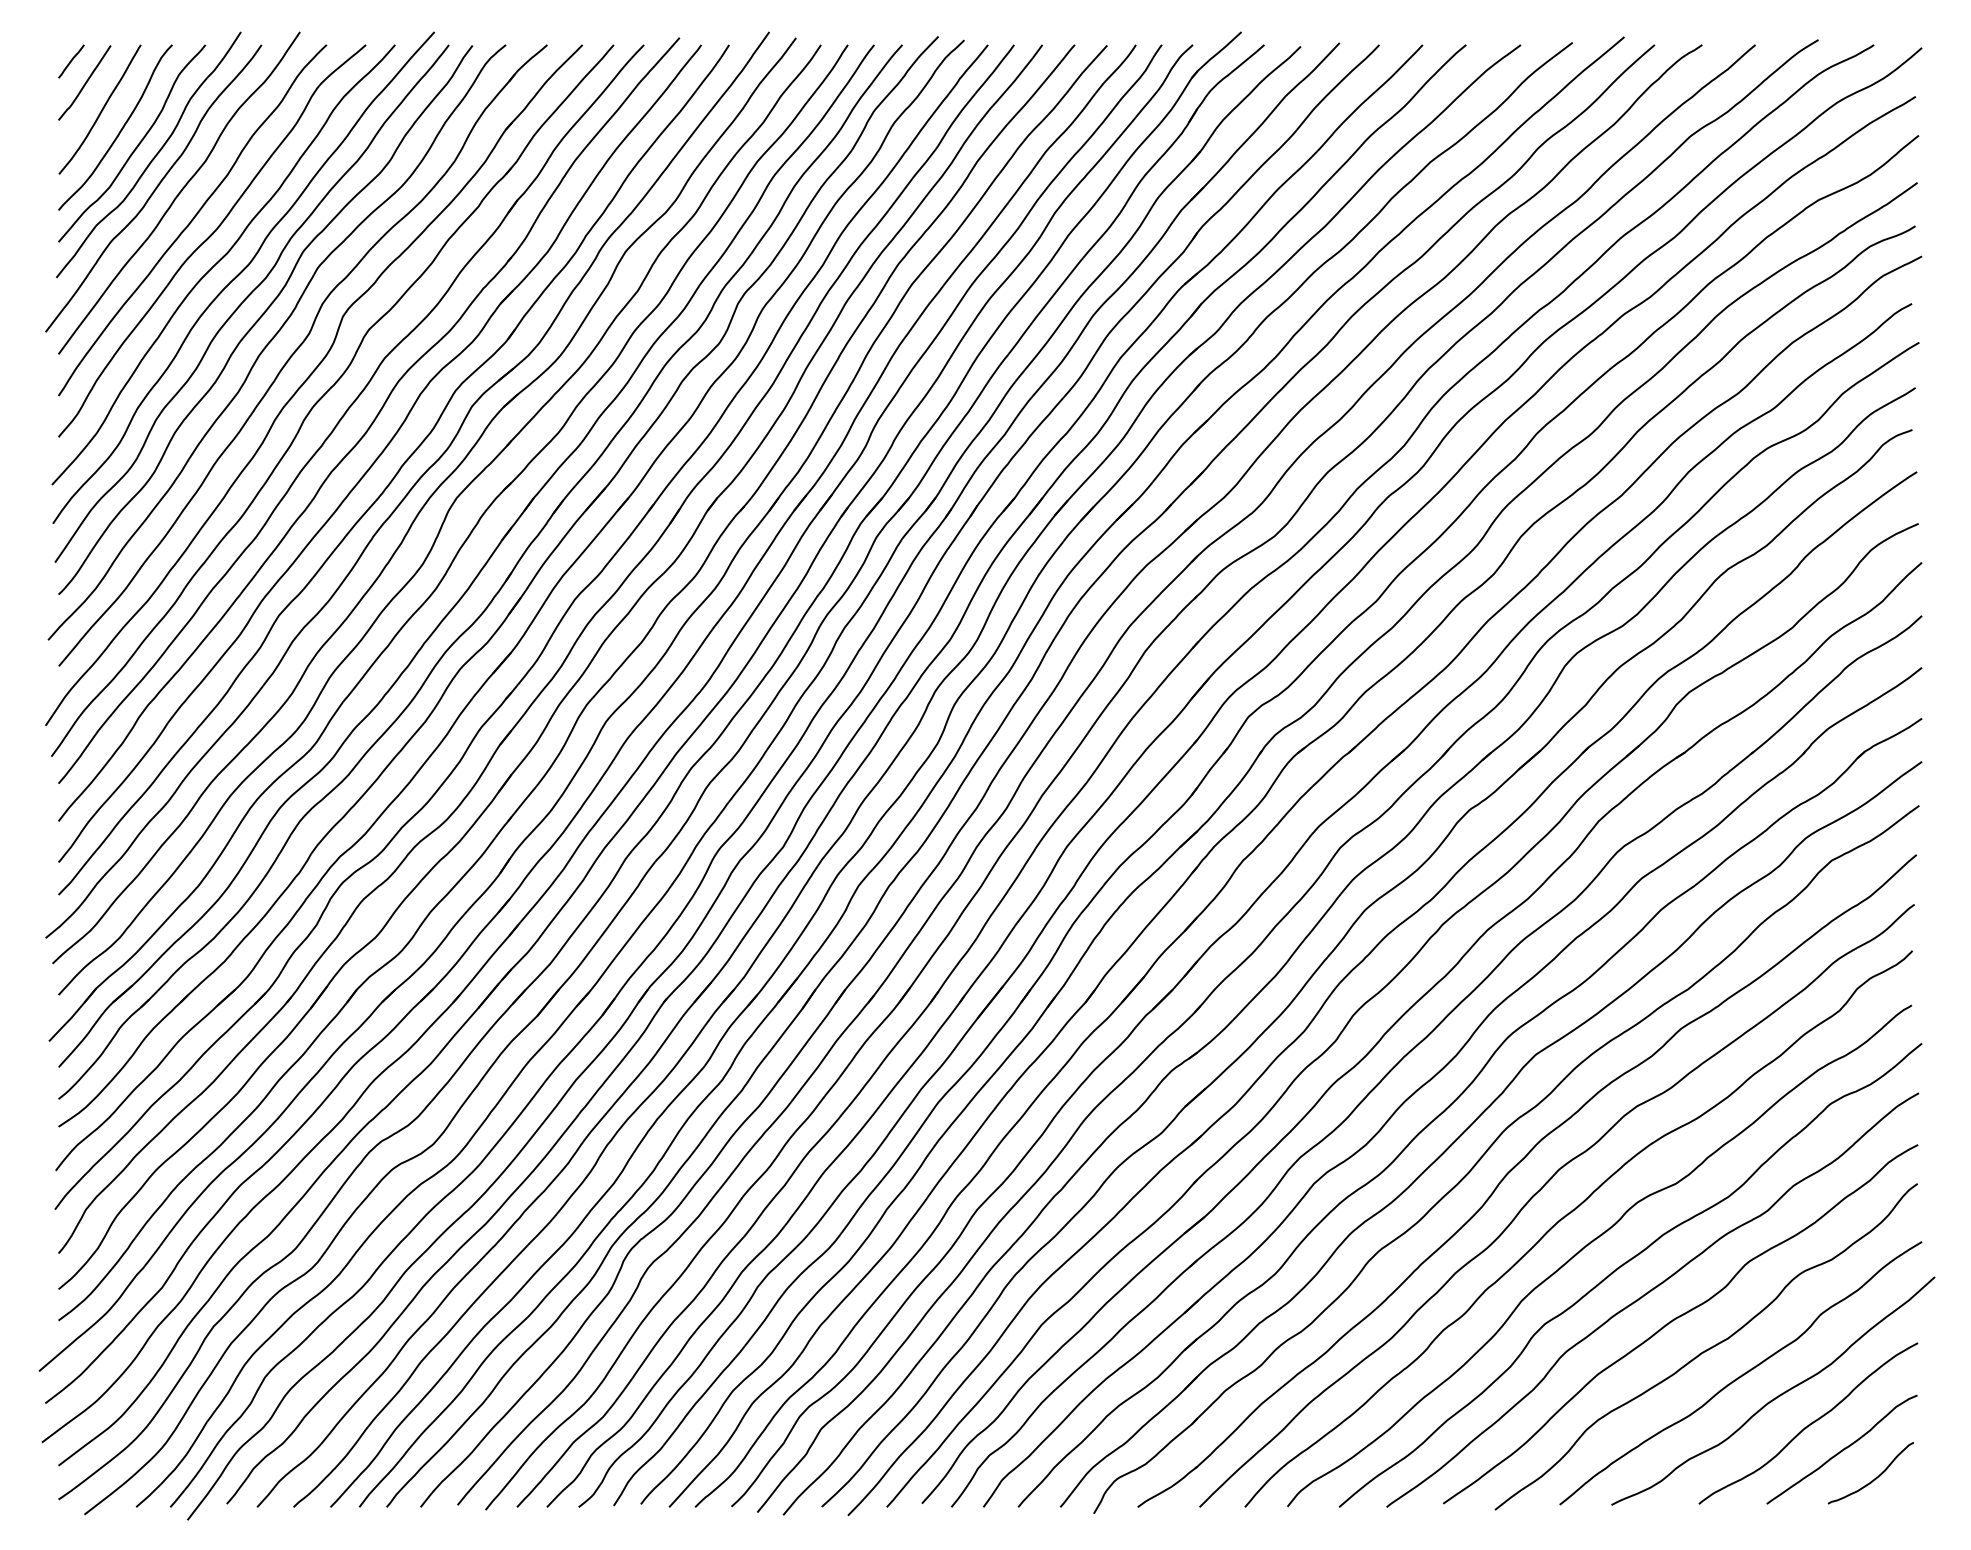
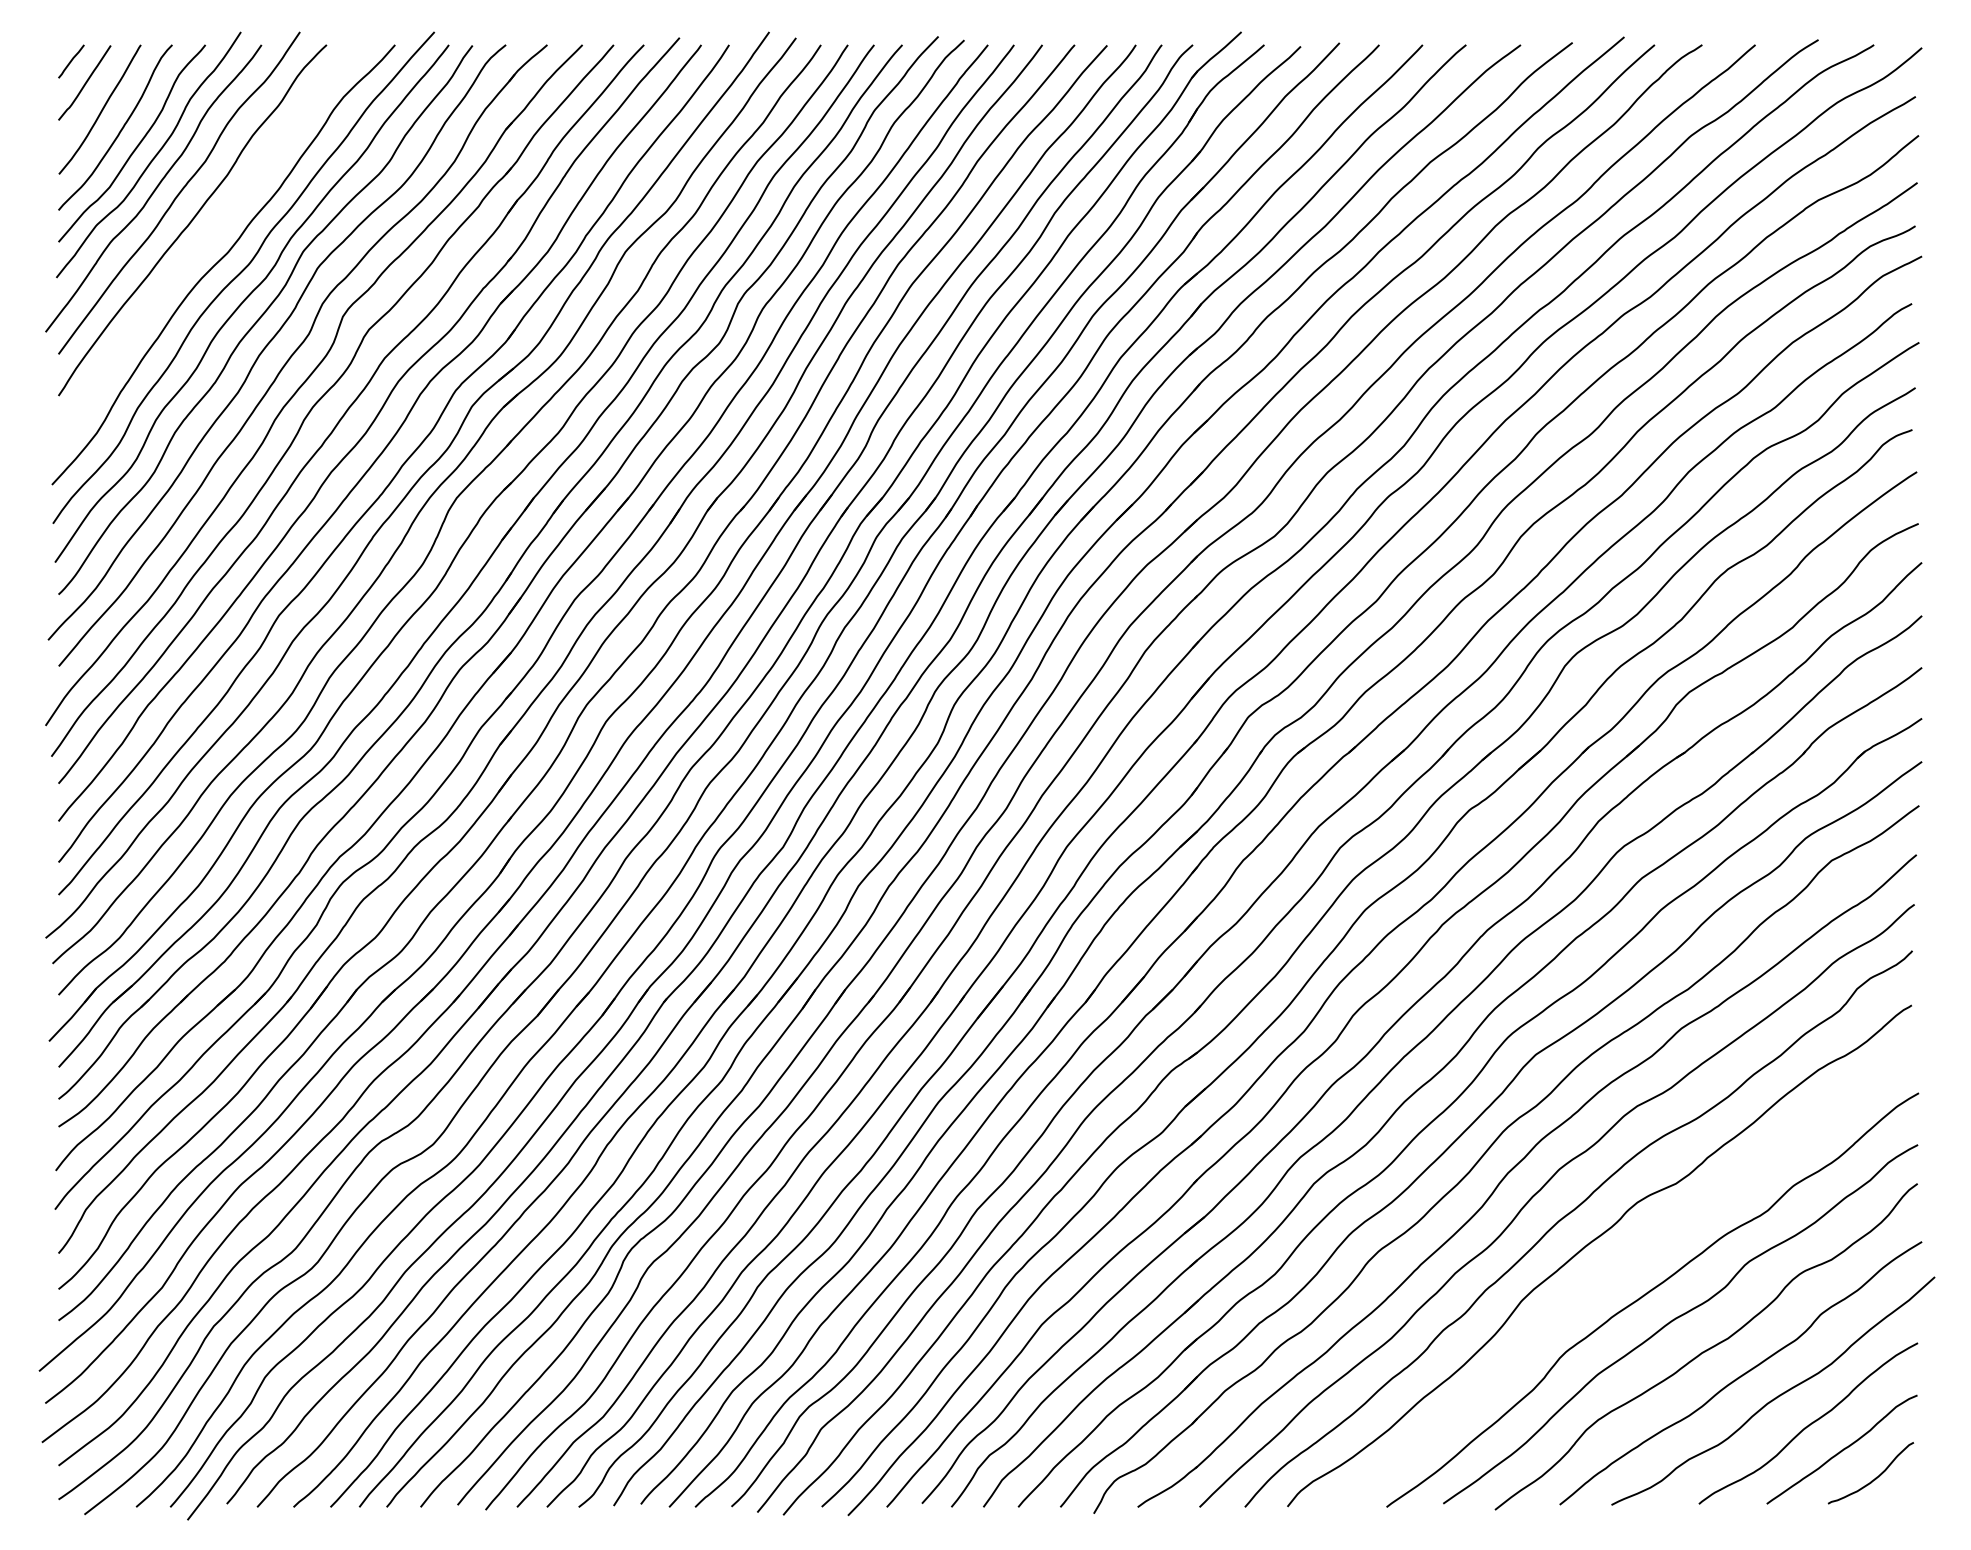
curve at (210, 237): present -> none
curve at (1622, 1266): present -> none
